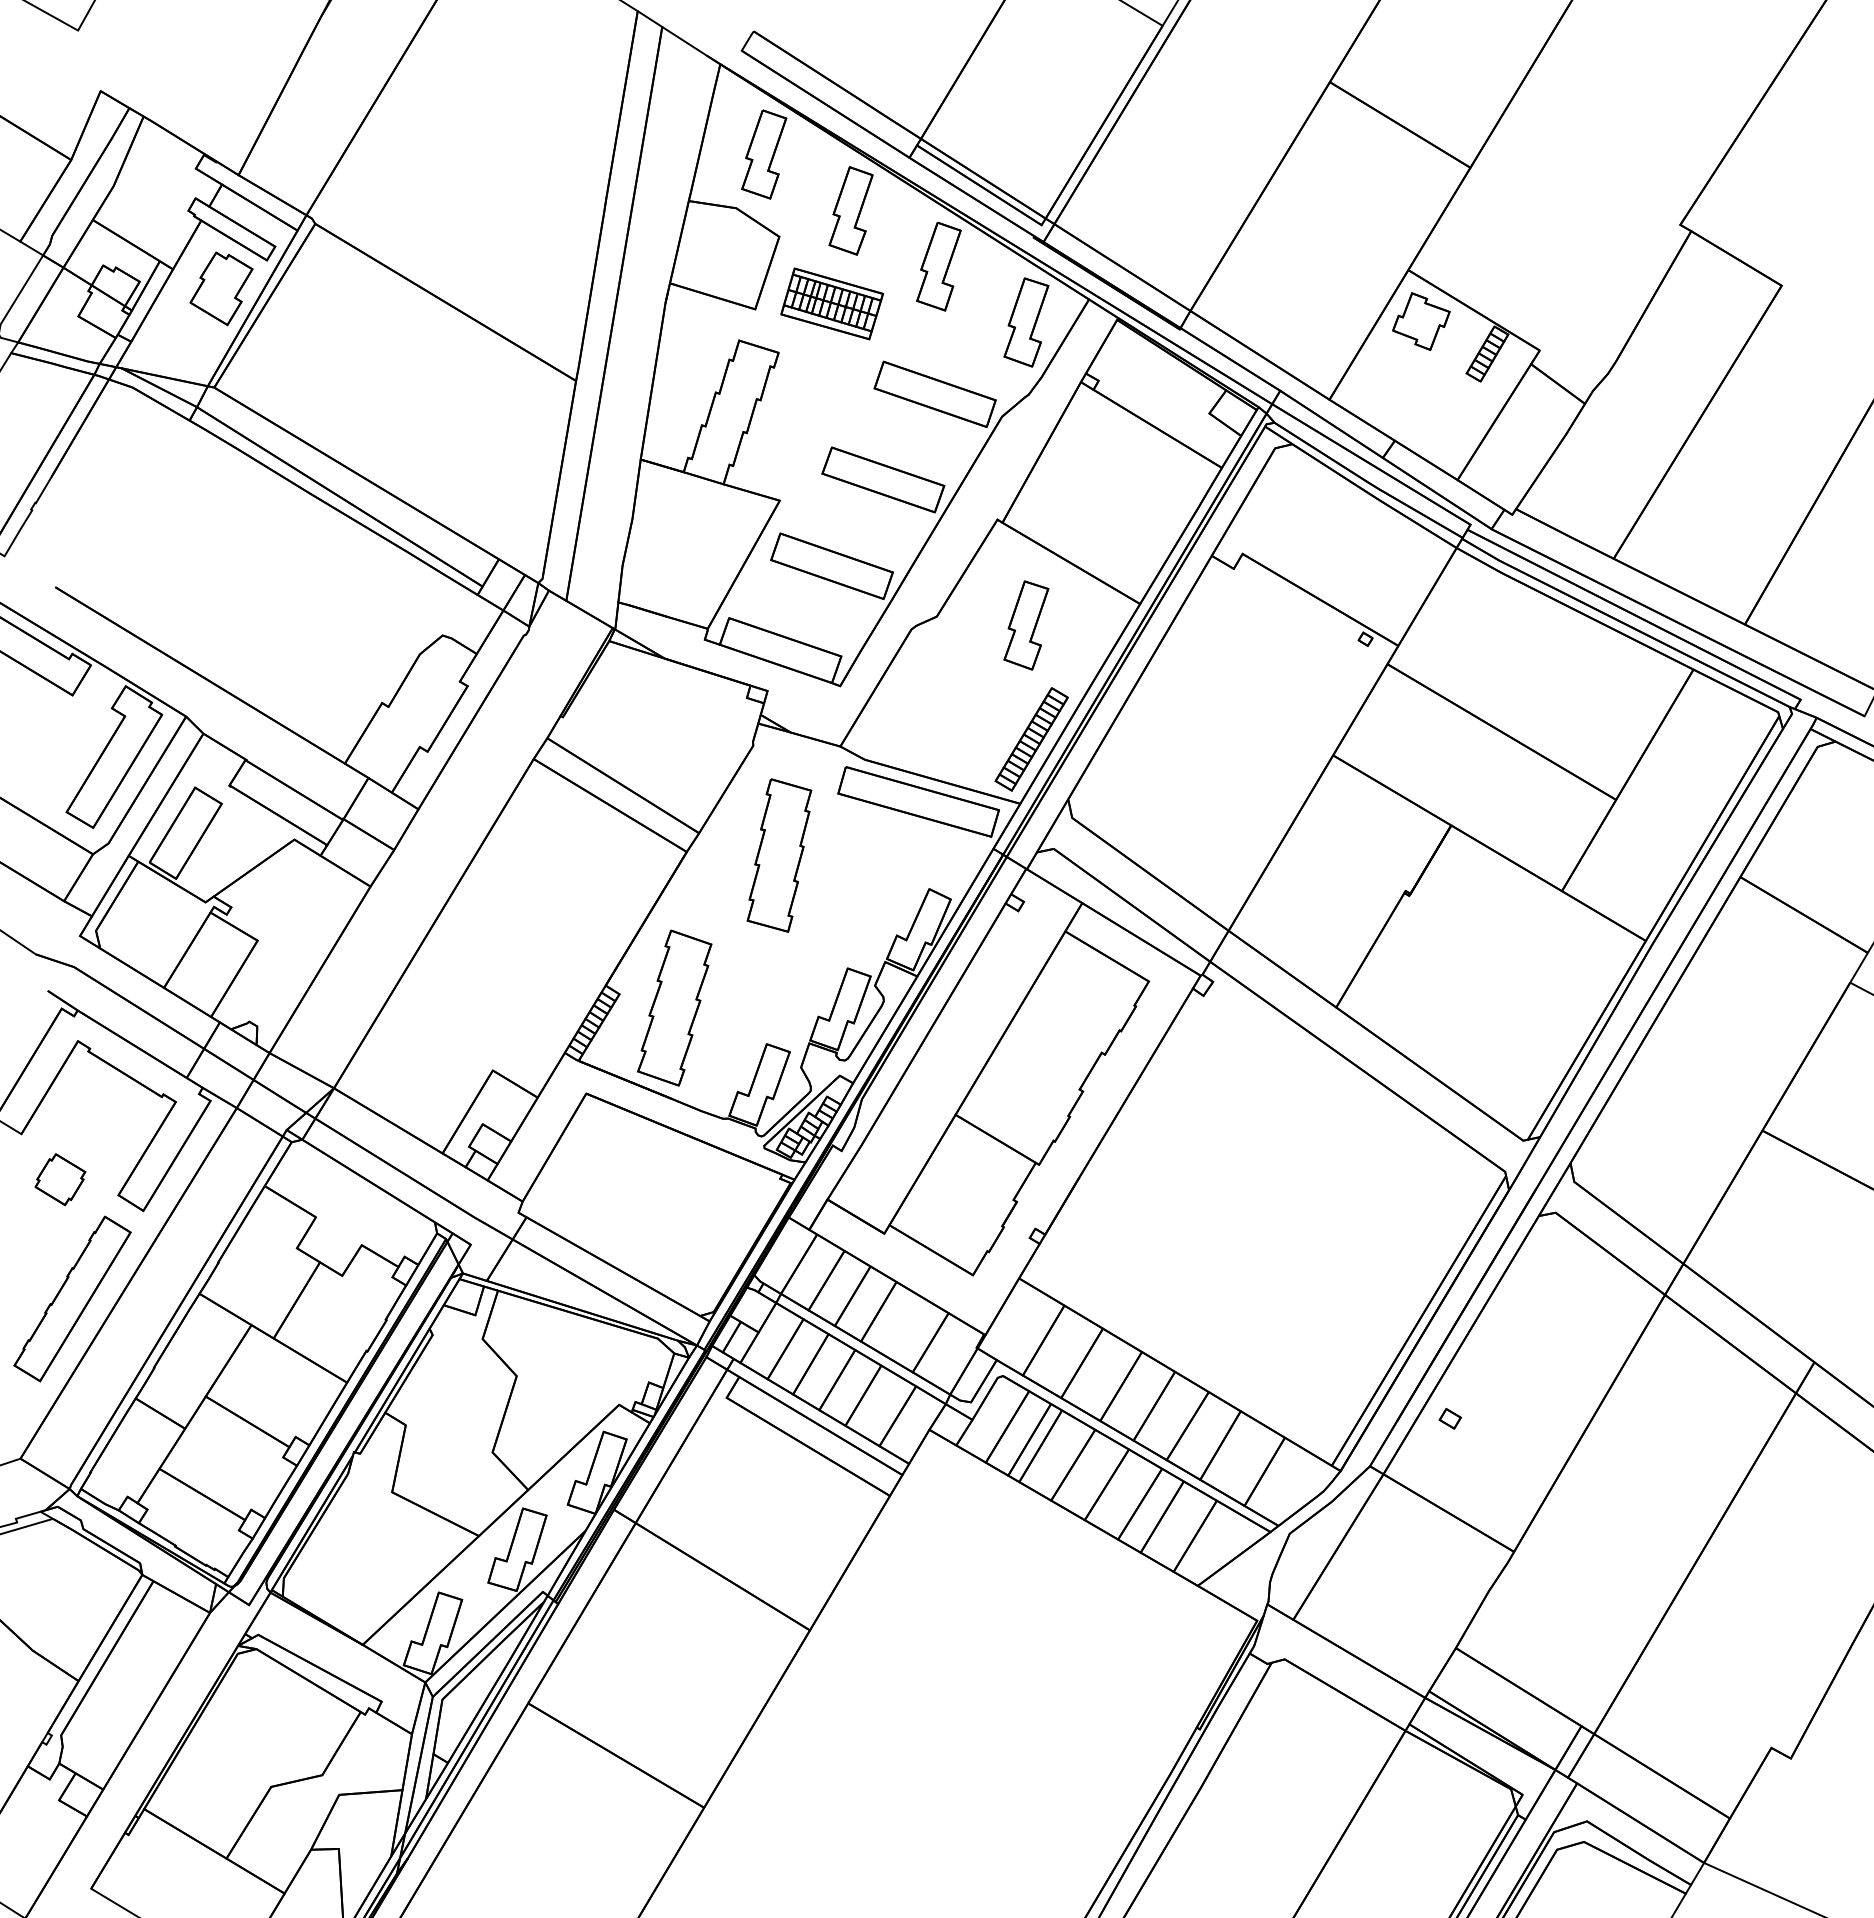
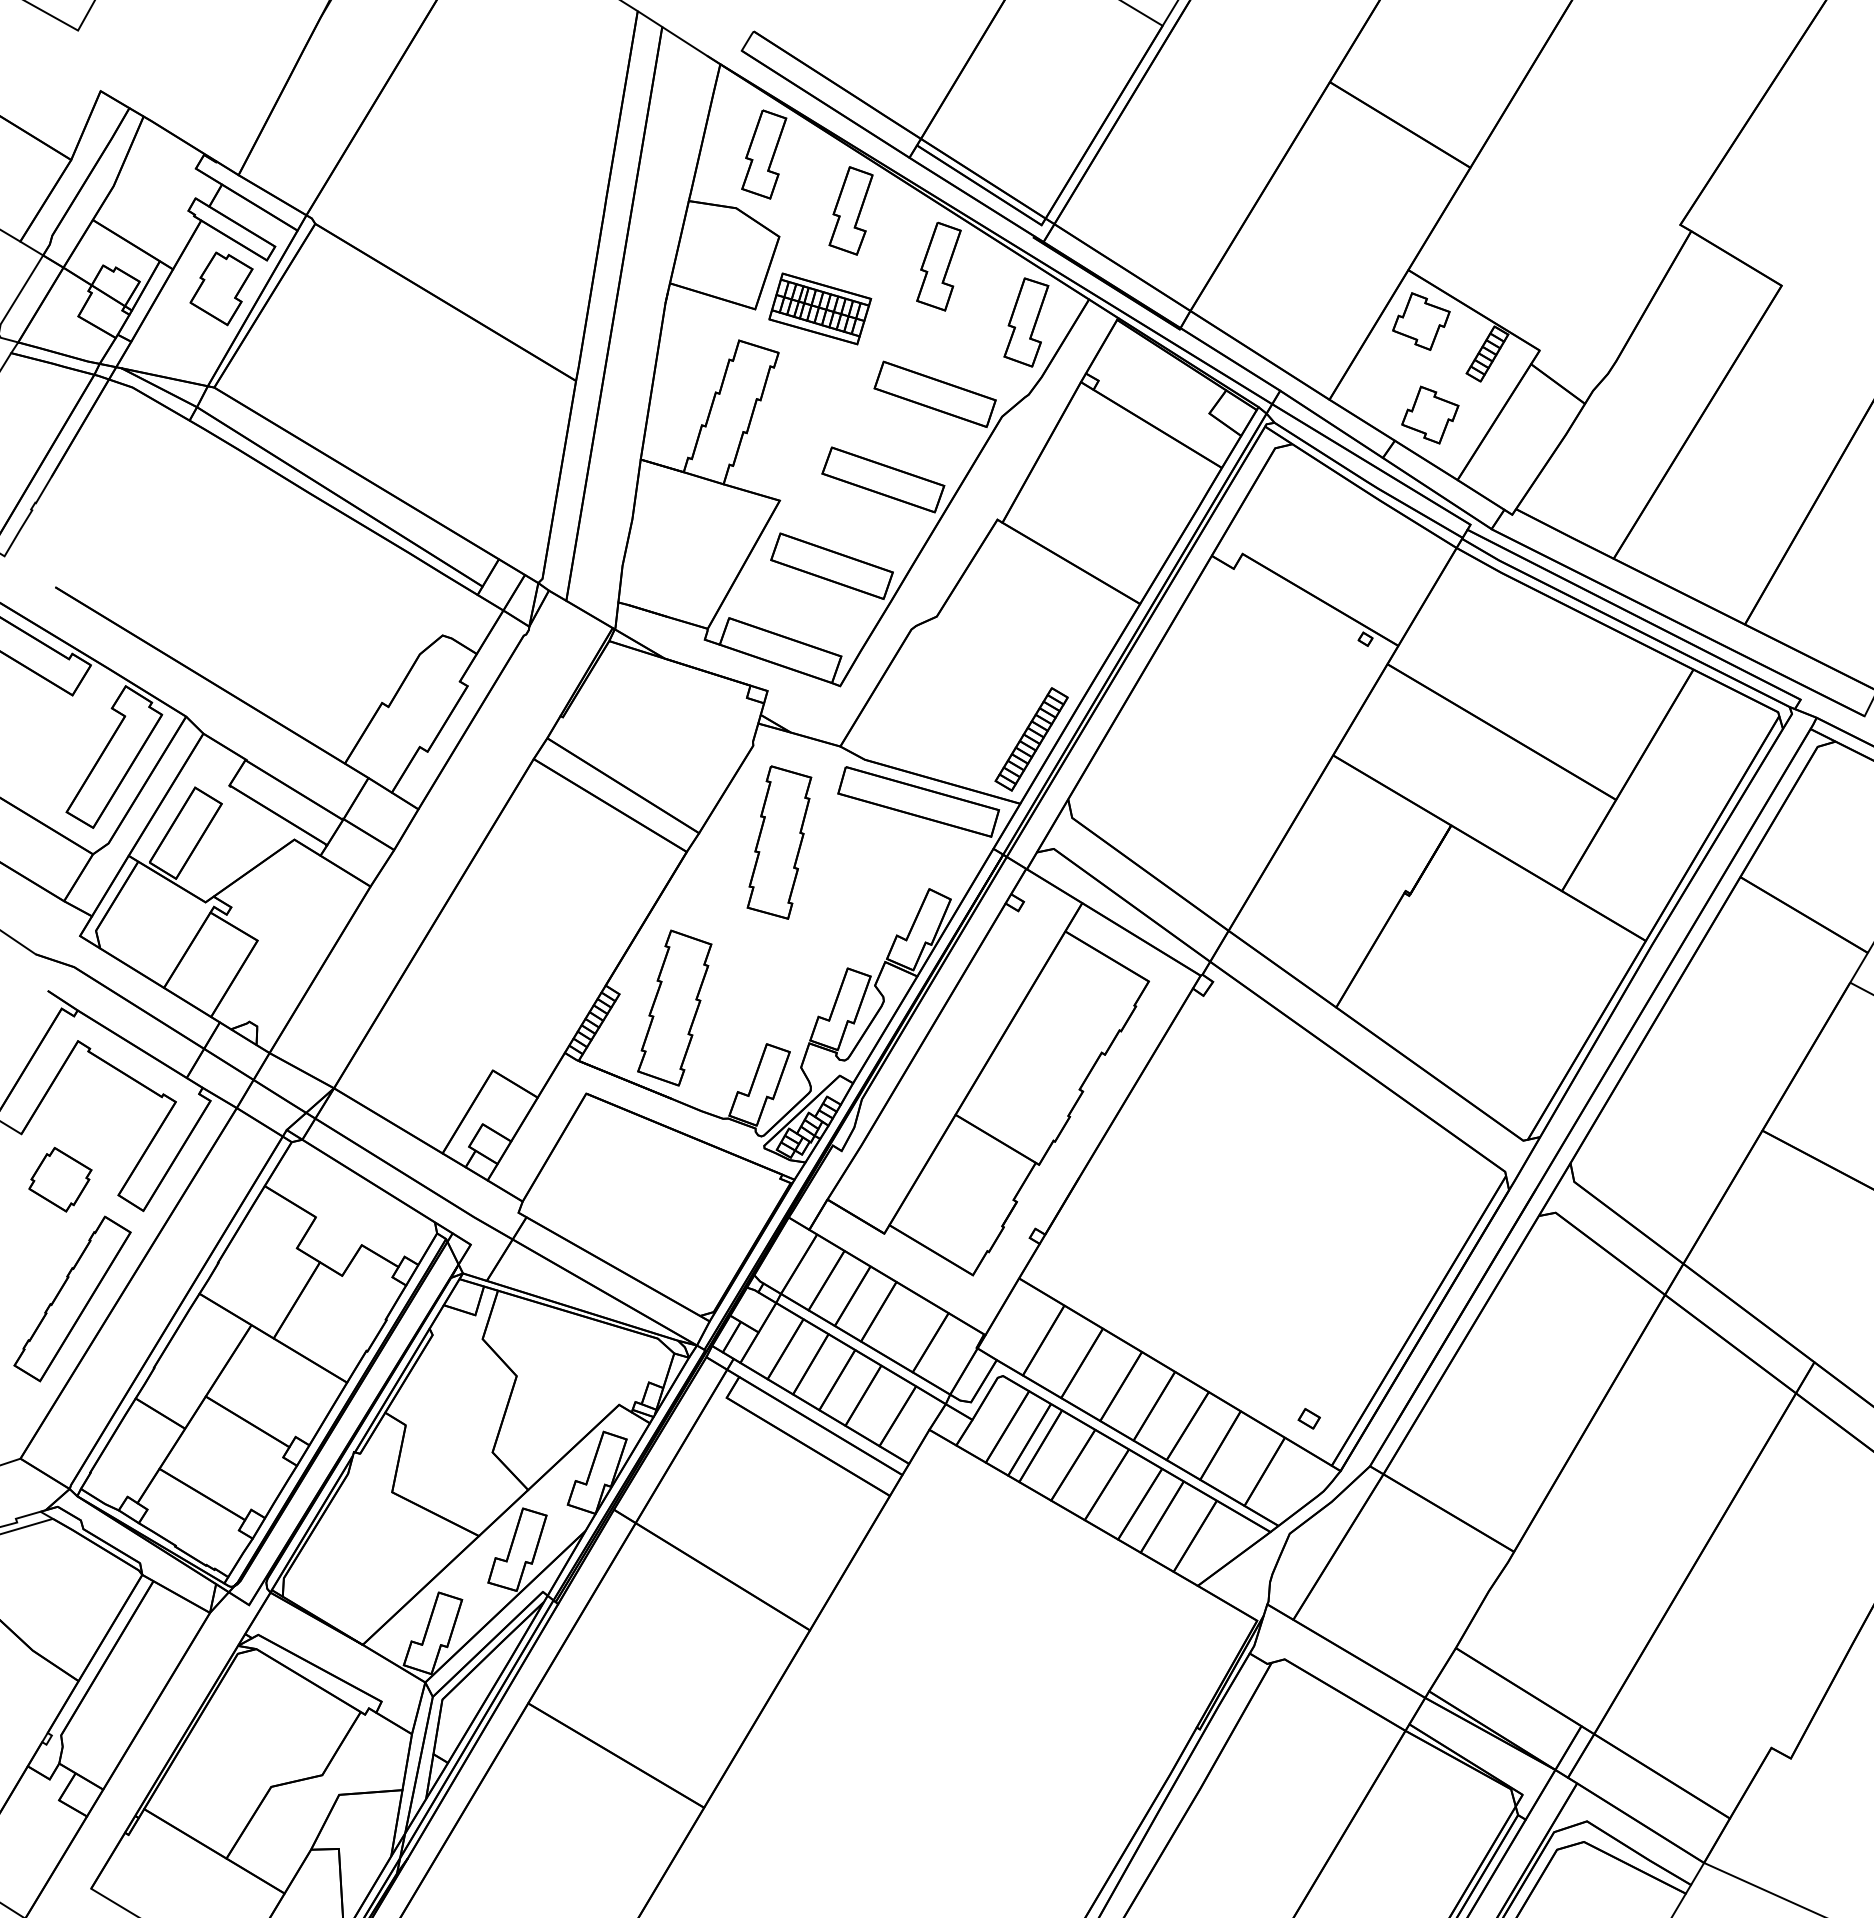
part at (832, 303) position: (832, 303) -> (820, 308)
part at (1430, 414): none -> present
part at (1026, 625): present -> none
part at (779, 855) position: (779, 855) -> (779, 842)
part at (60, 1179) size: 53x54 px -> 65x67 px
part at (1449, 1418) position: (1449, 1418) -> (1308, 1418)
